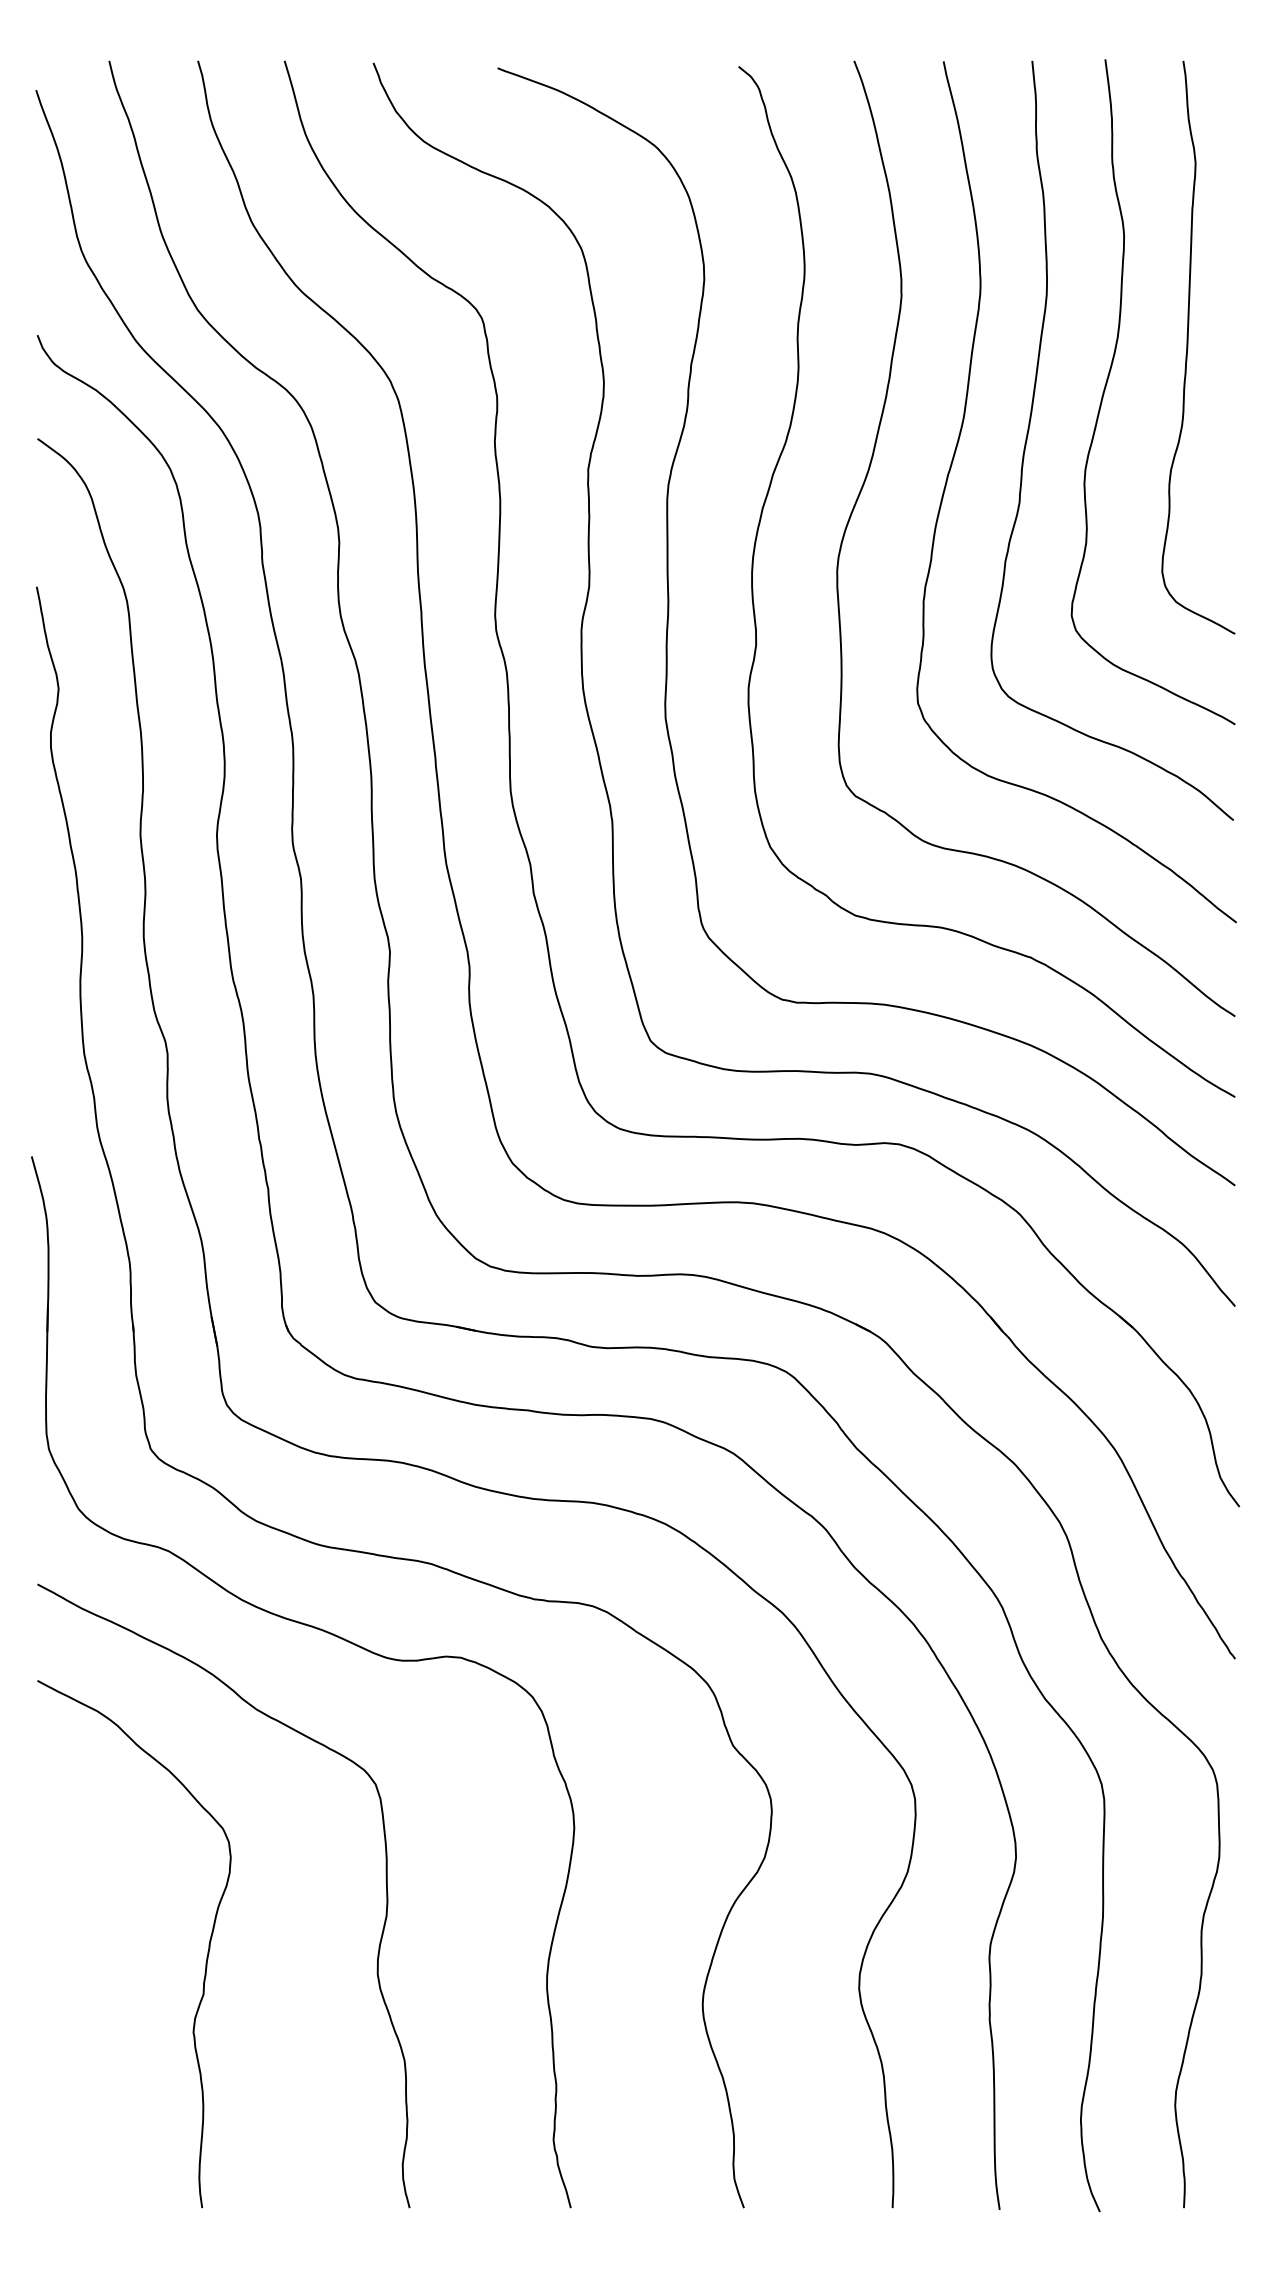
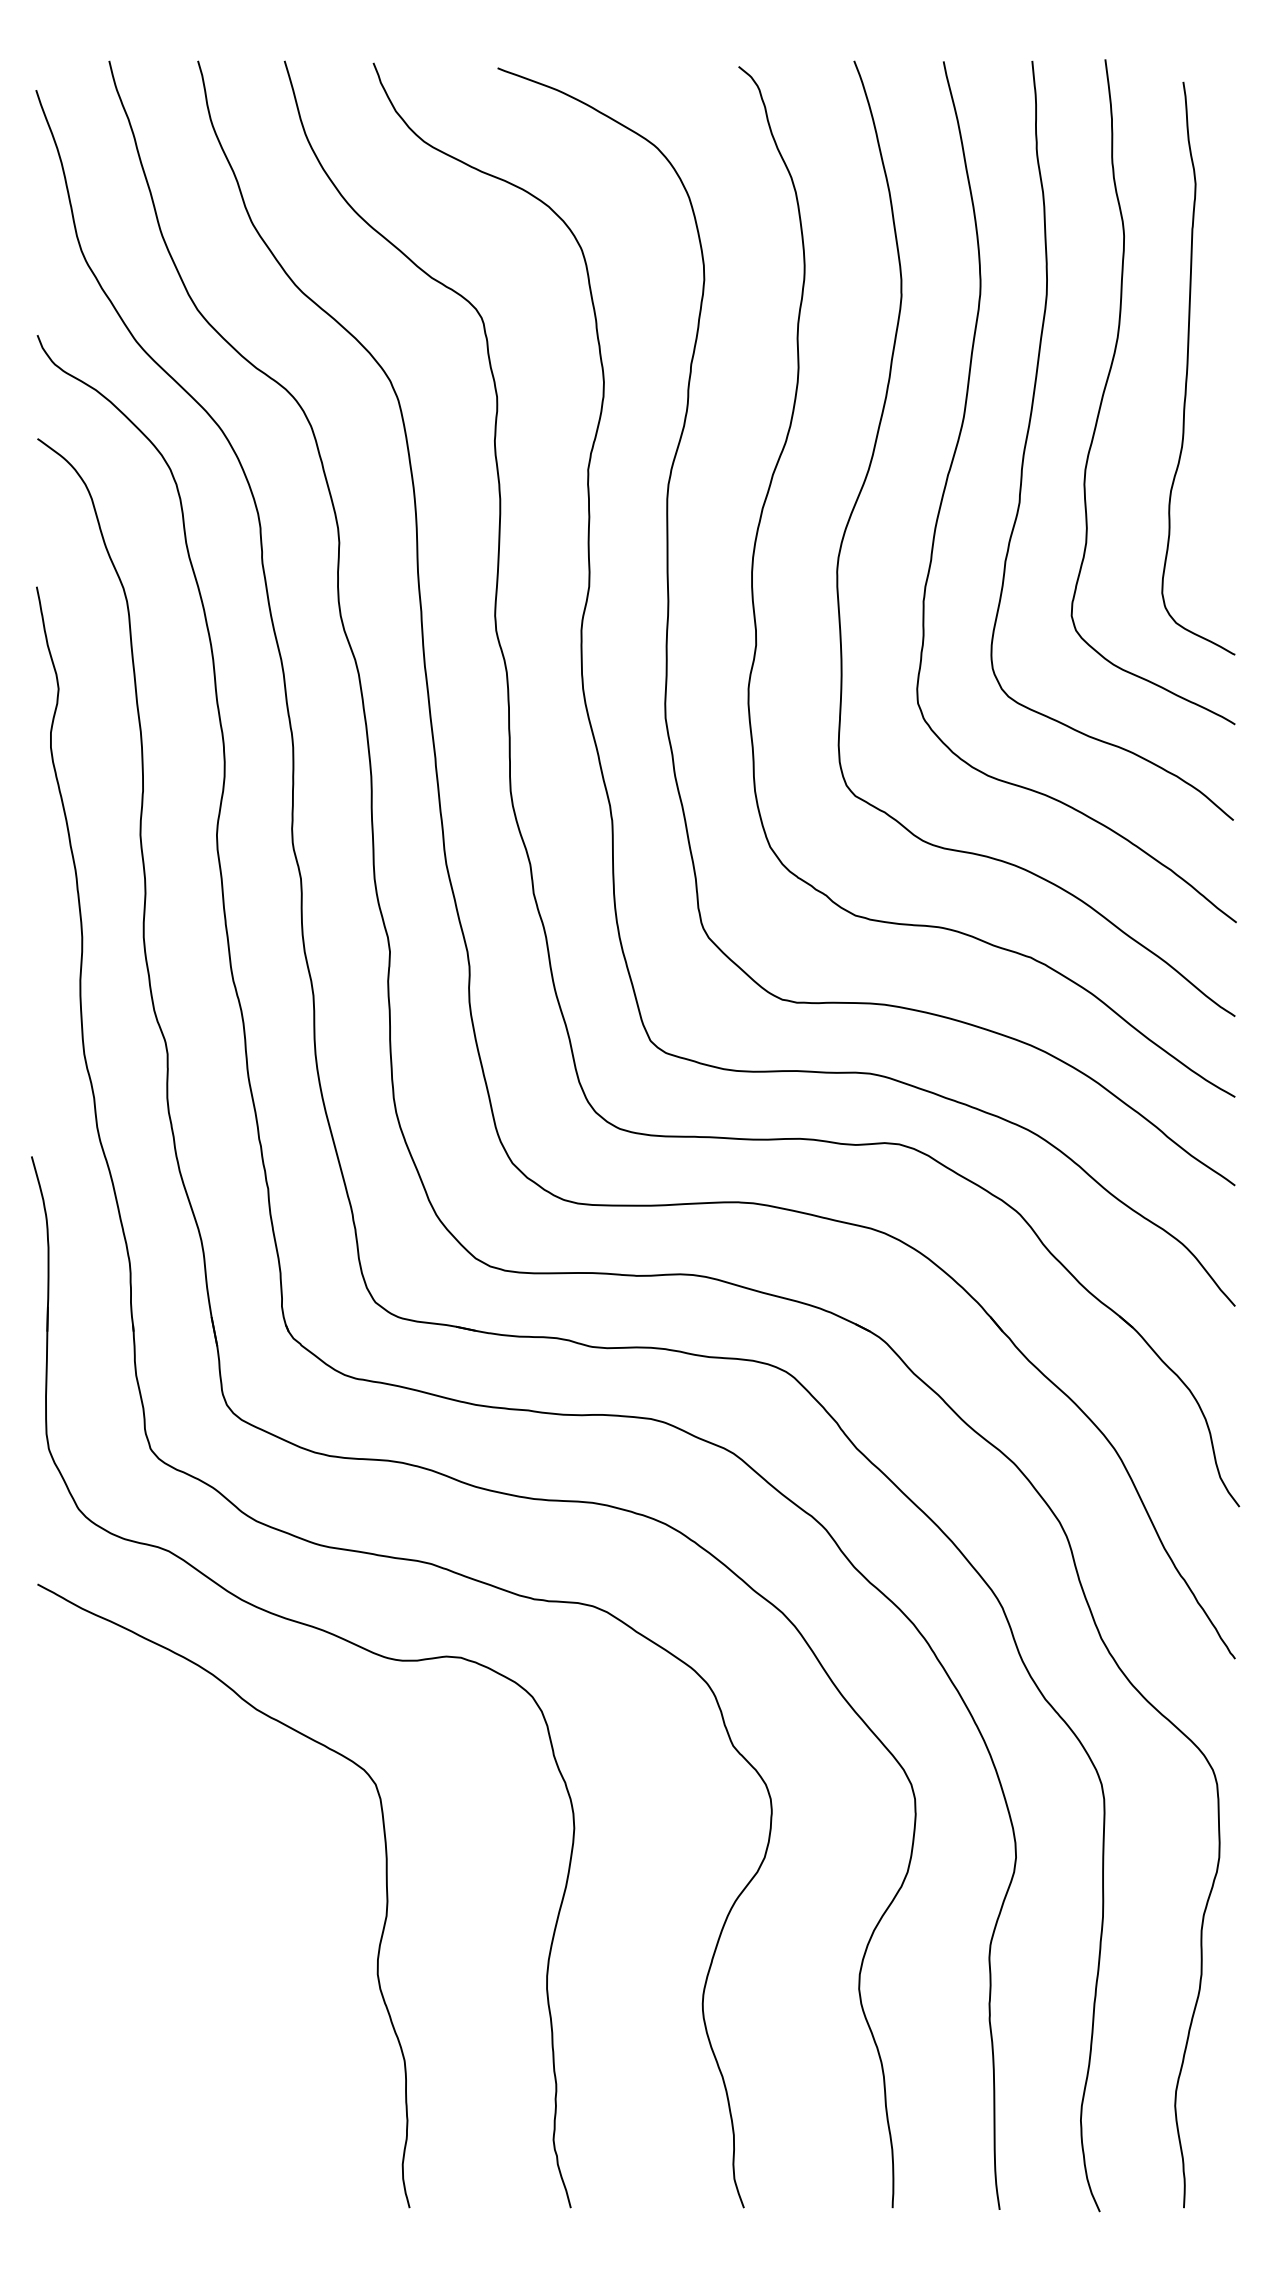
curve at (1188, 347) position: (1188, 347) -> (1188, 368)
curve at (206, 1956): present -> none
